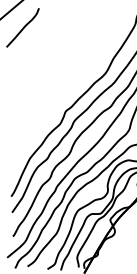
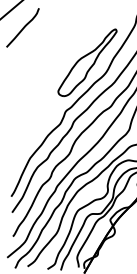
part at (87, 62): none -> present
